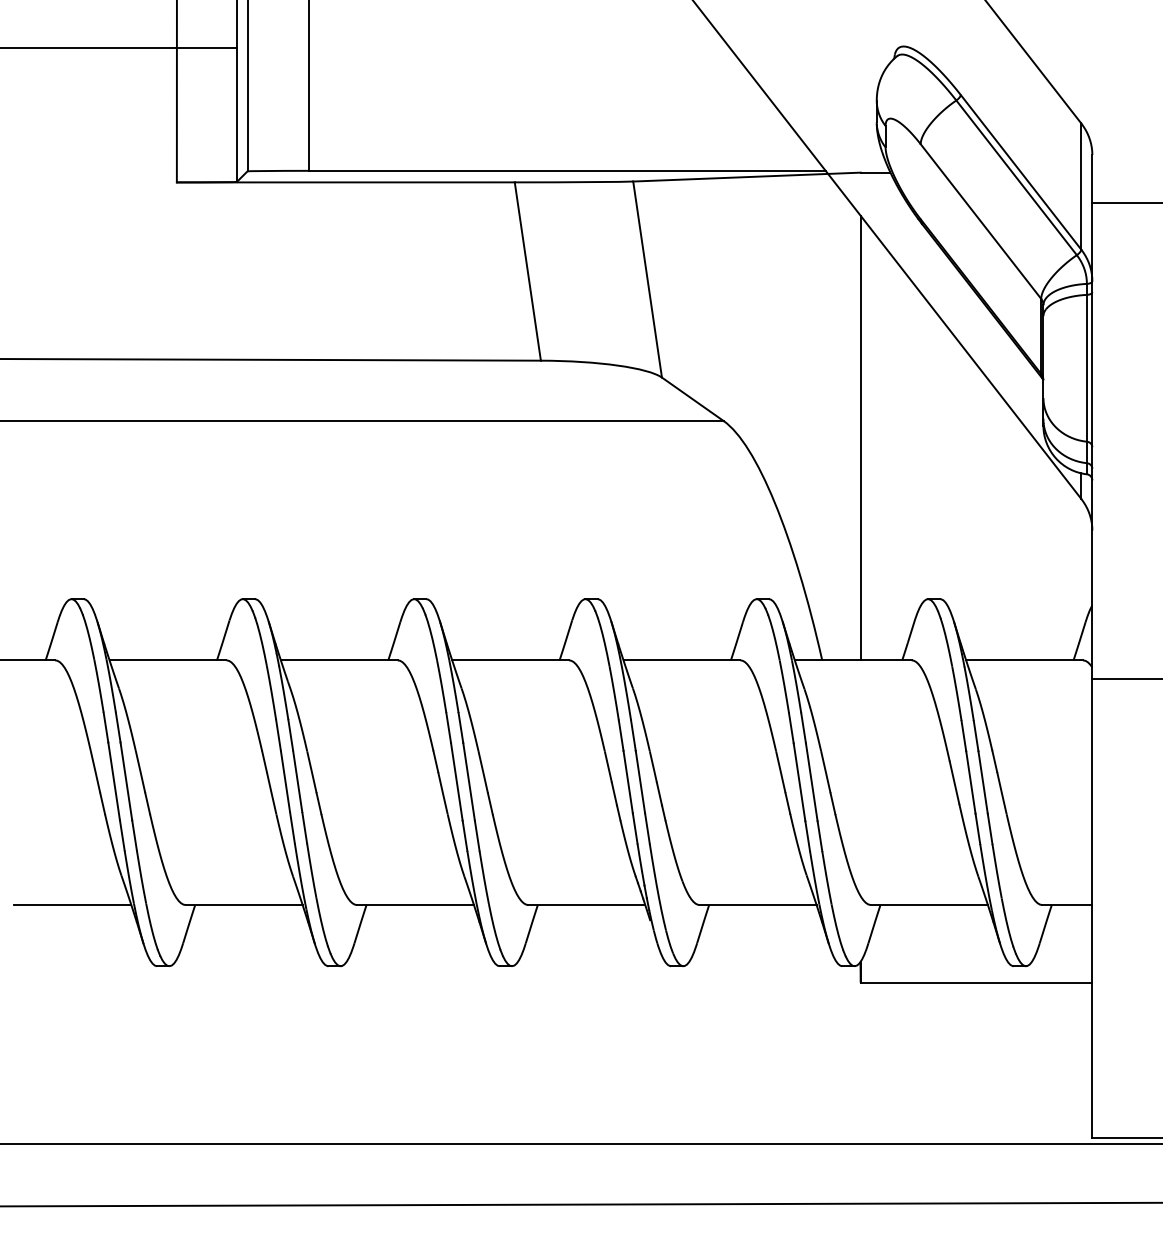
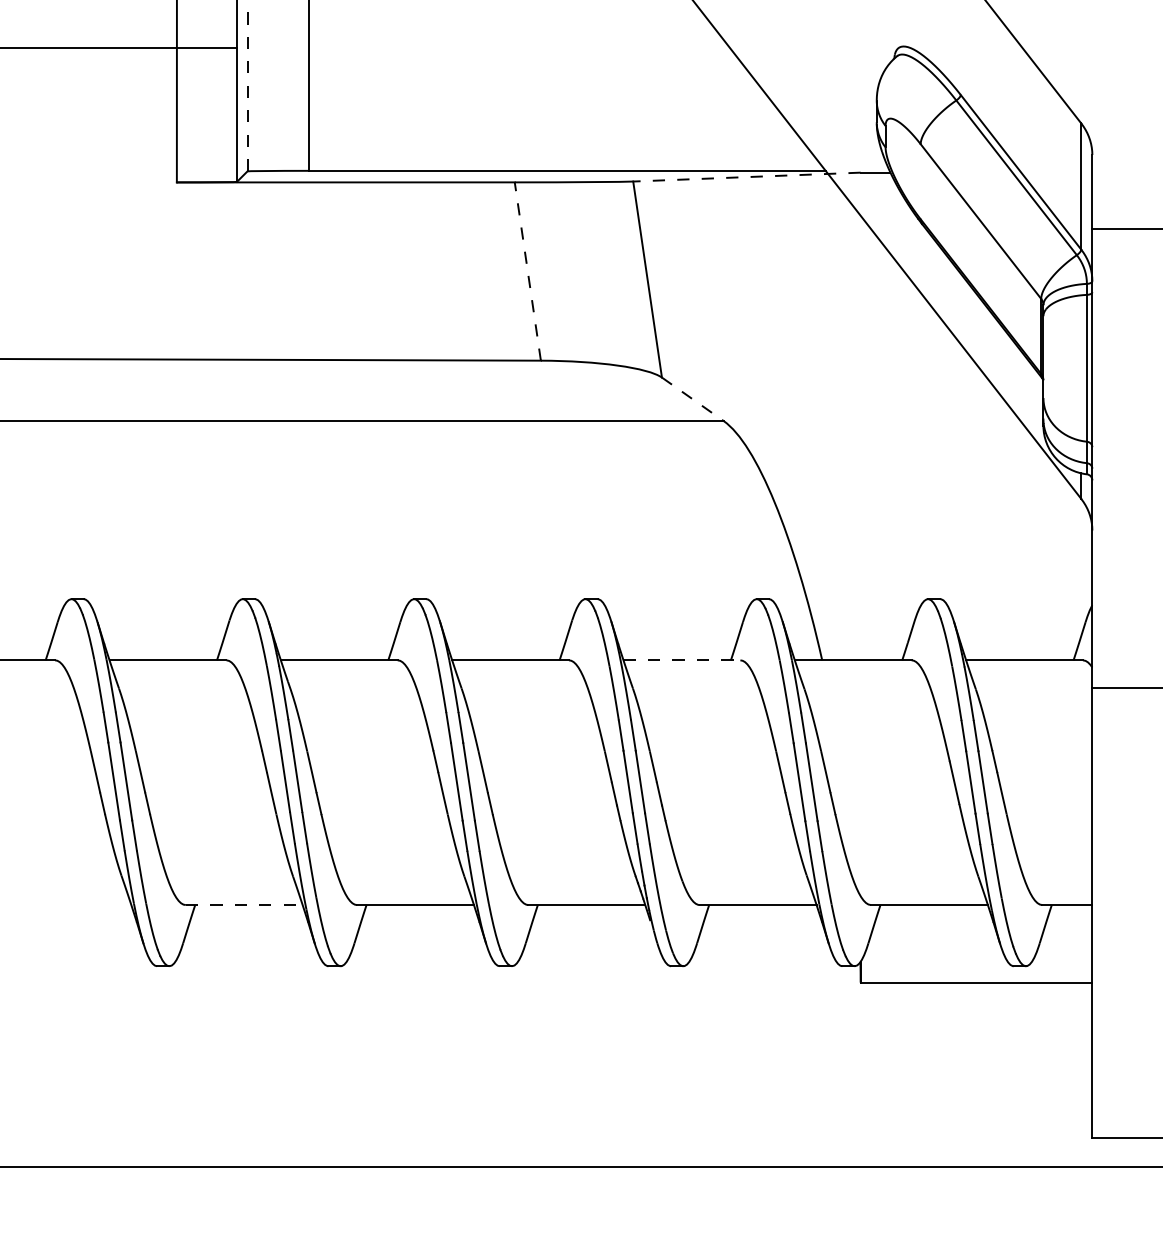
line at (247, 85): solid -> dashed
line at (746, 177): solid -> dashed
line at (1125, 203) position: (1125, 203) -> (1125, 229)
line at (527, 271): solid -> dashed
line at (692, 399): solid -> dashed
line at (860, 437): present -> none
line at (682, 660): solid -> dashed
line at (1125, 678) position: (1125, 678) -> (1125, 687)
line at (72, 905): present -> none
line at (244, 905): solid -> dashed
line at (580, 1144) position: (580, 1144) -> (580, 1167)
line at (580, 1204): present -> none
